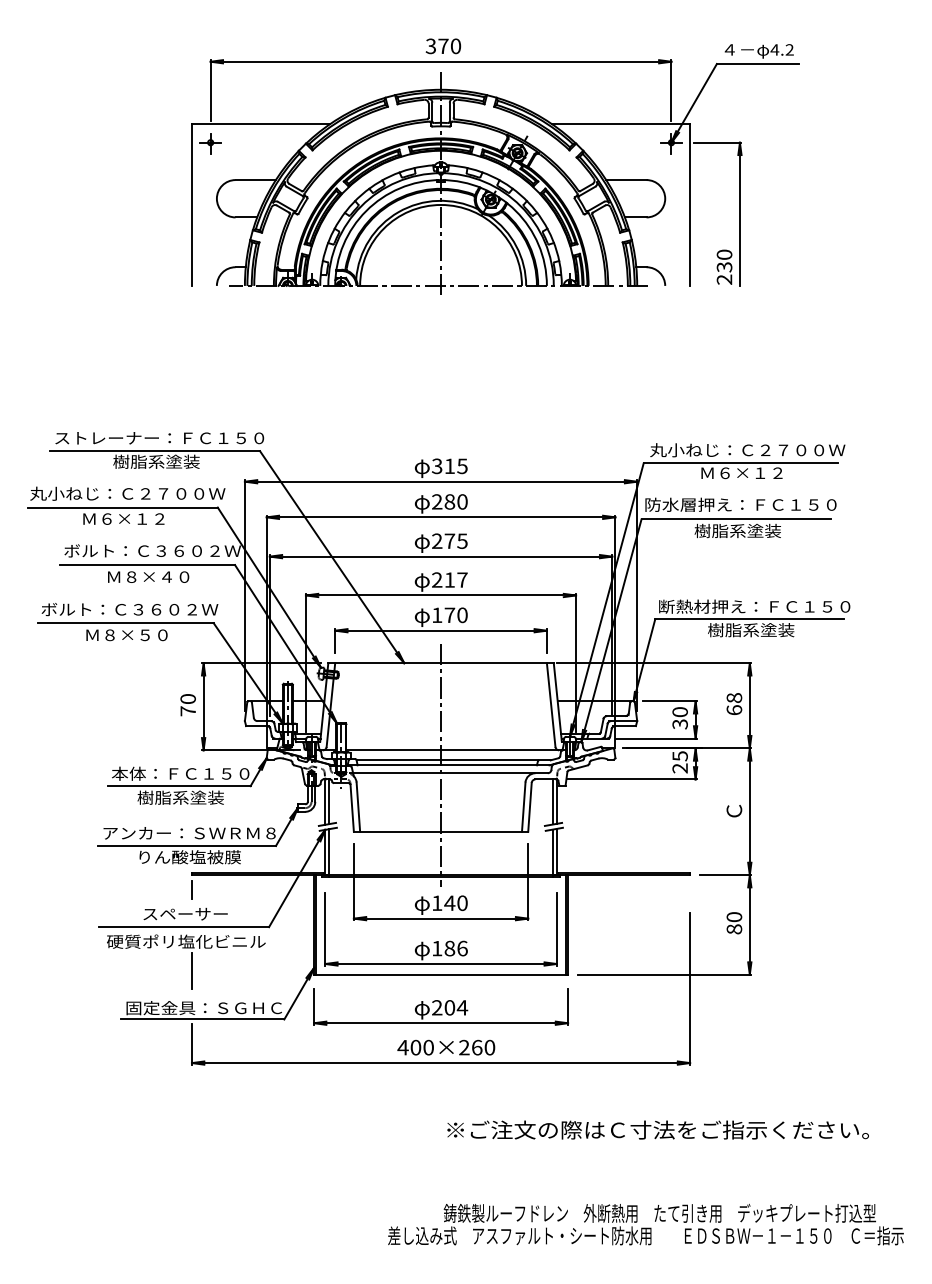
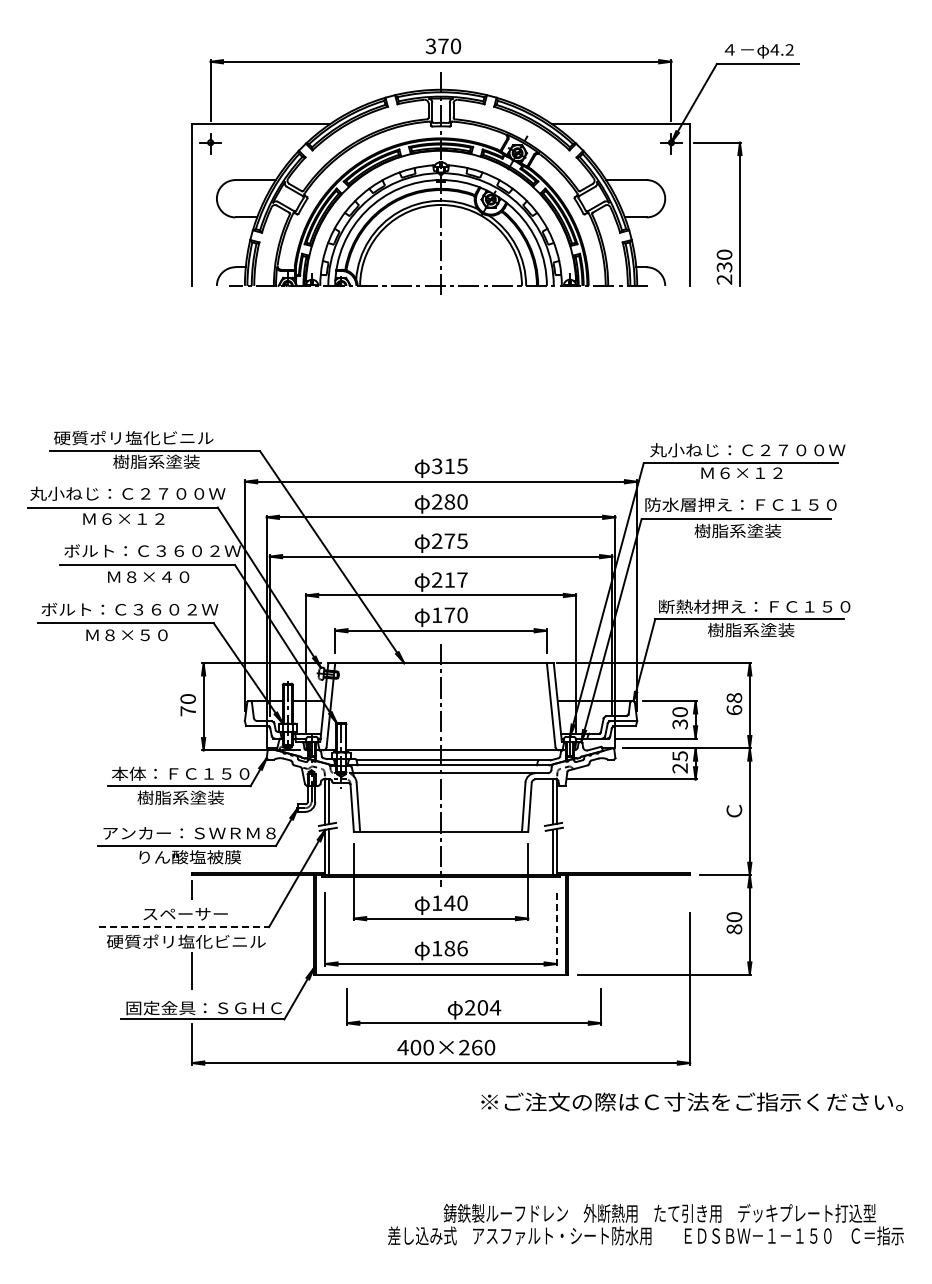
text at (159, 438): ストレーナー：ＦＣ１５０ -> 硬質ポリ塩化ビニル
line at (184, 927): solid -> dashed
line at (556, 929): solid -> dashed
part at (441, 1006) position: (441, 1006) -> (474, 1006)
text at (657, 1129) position: (657, 1129) -> (691, 1101)
